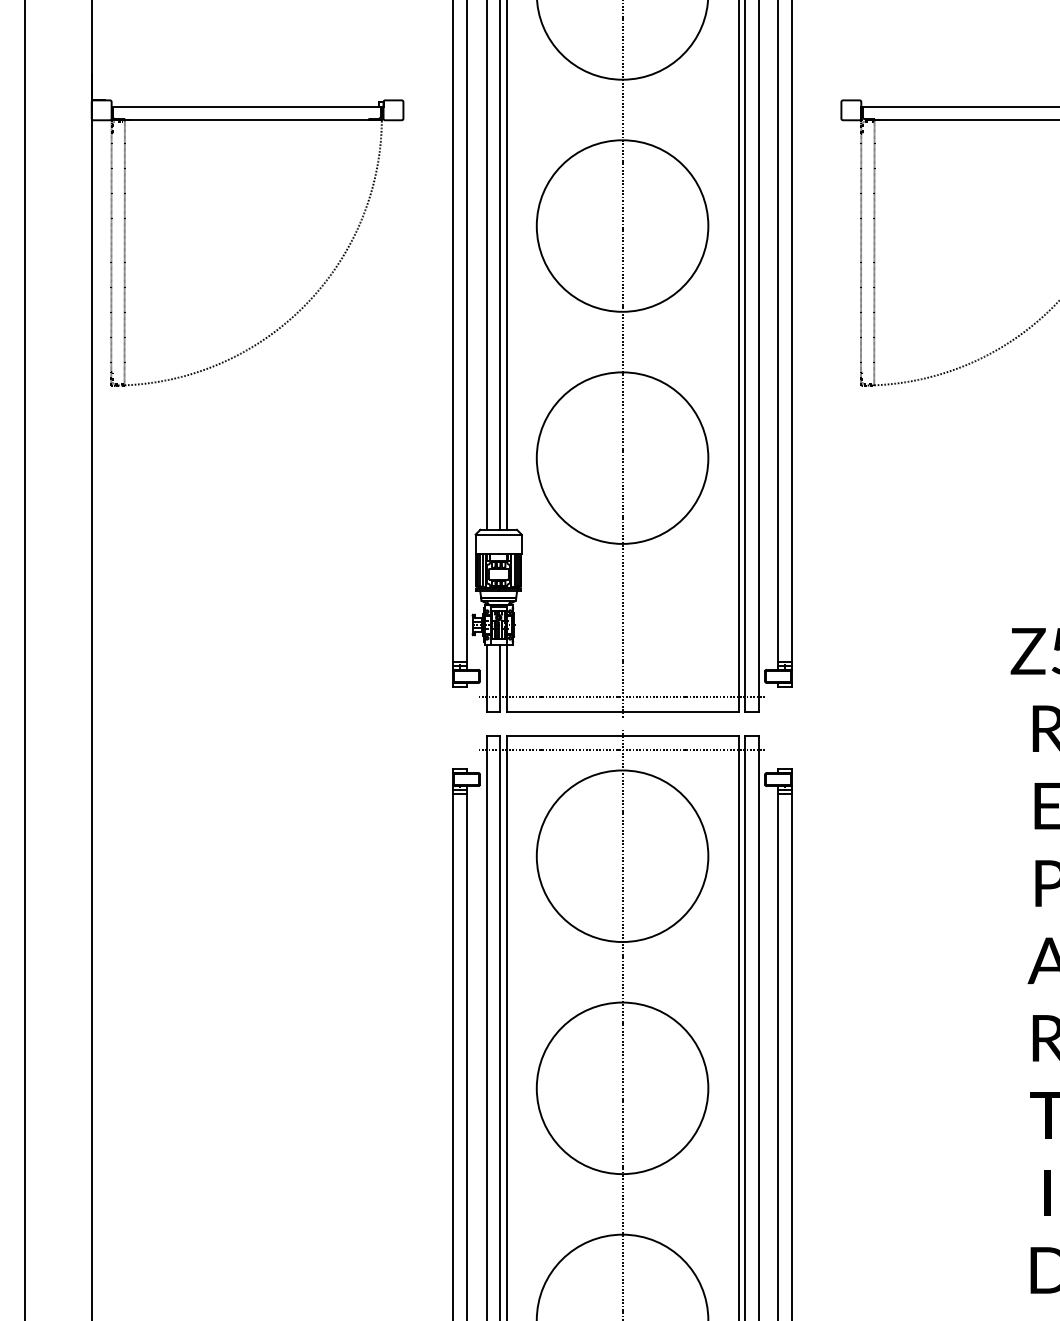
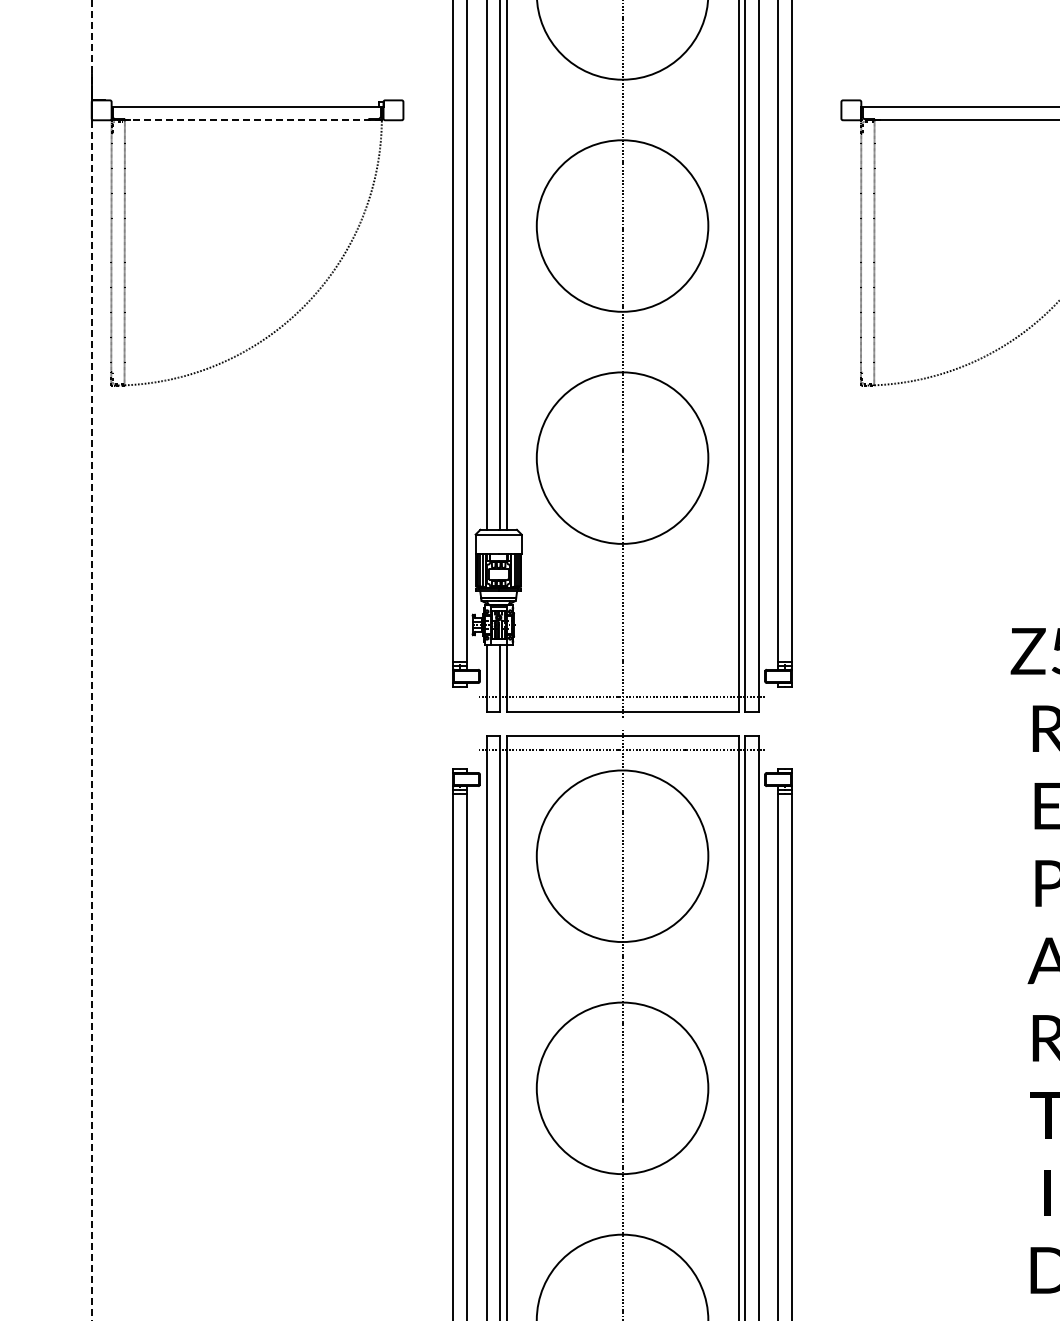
line at (249, 120): solid -> dashed
line at (25, 659): present -> none
line at (91, 660): solid -> dashed
